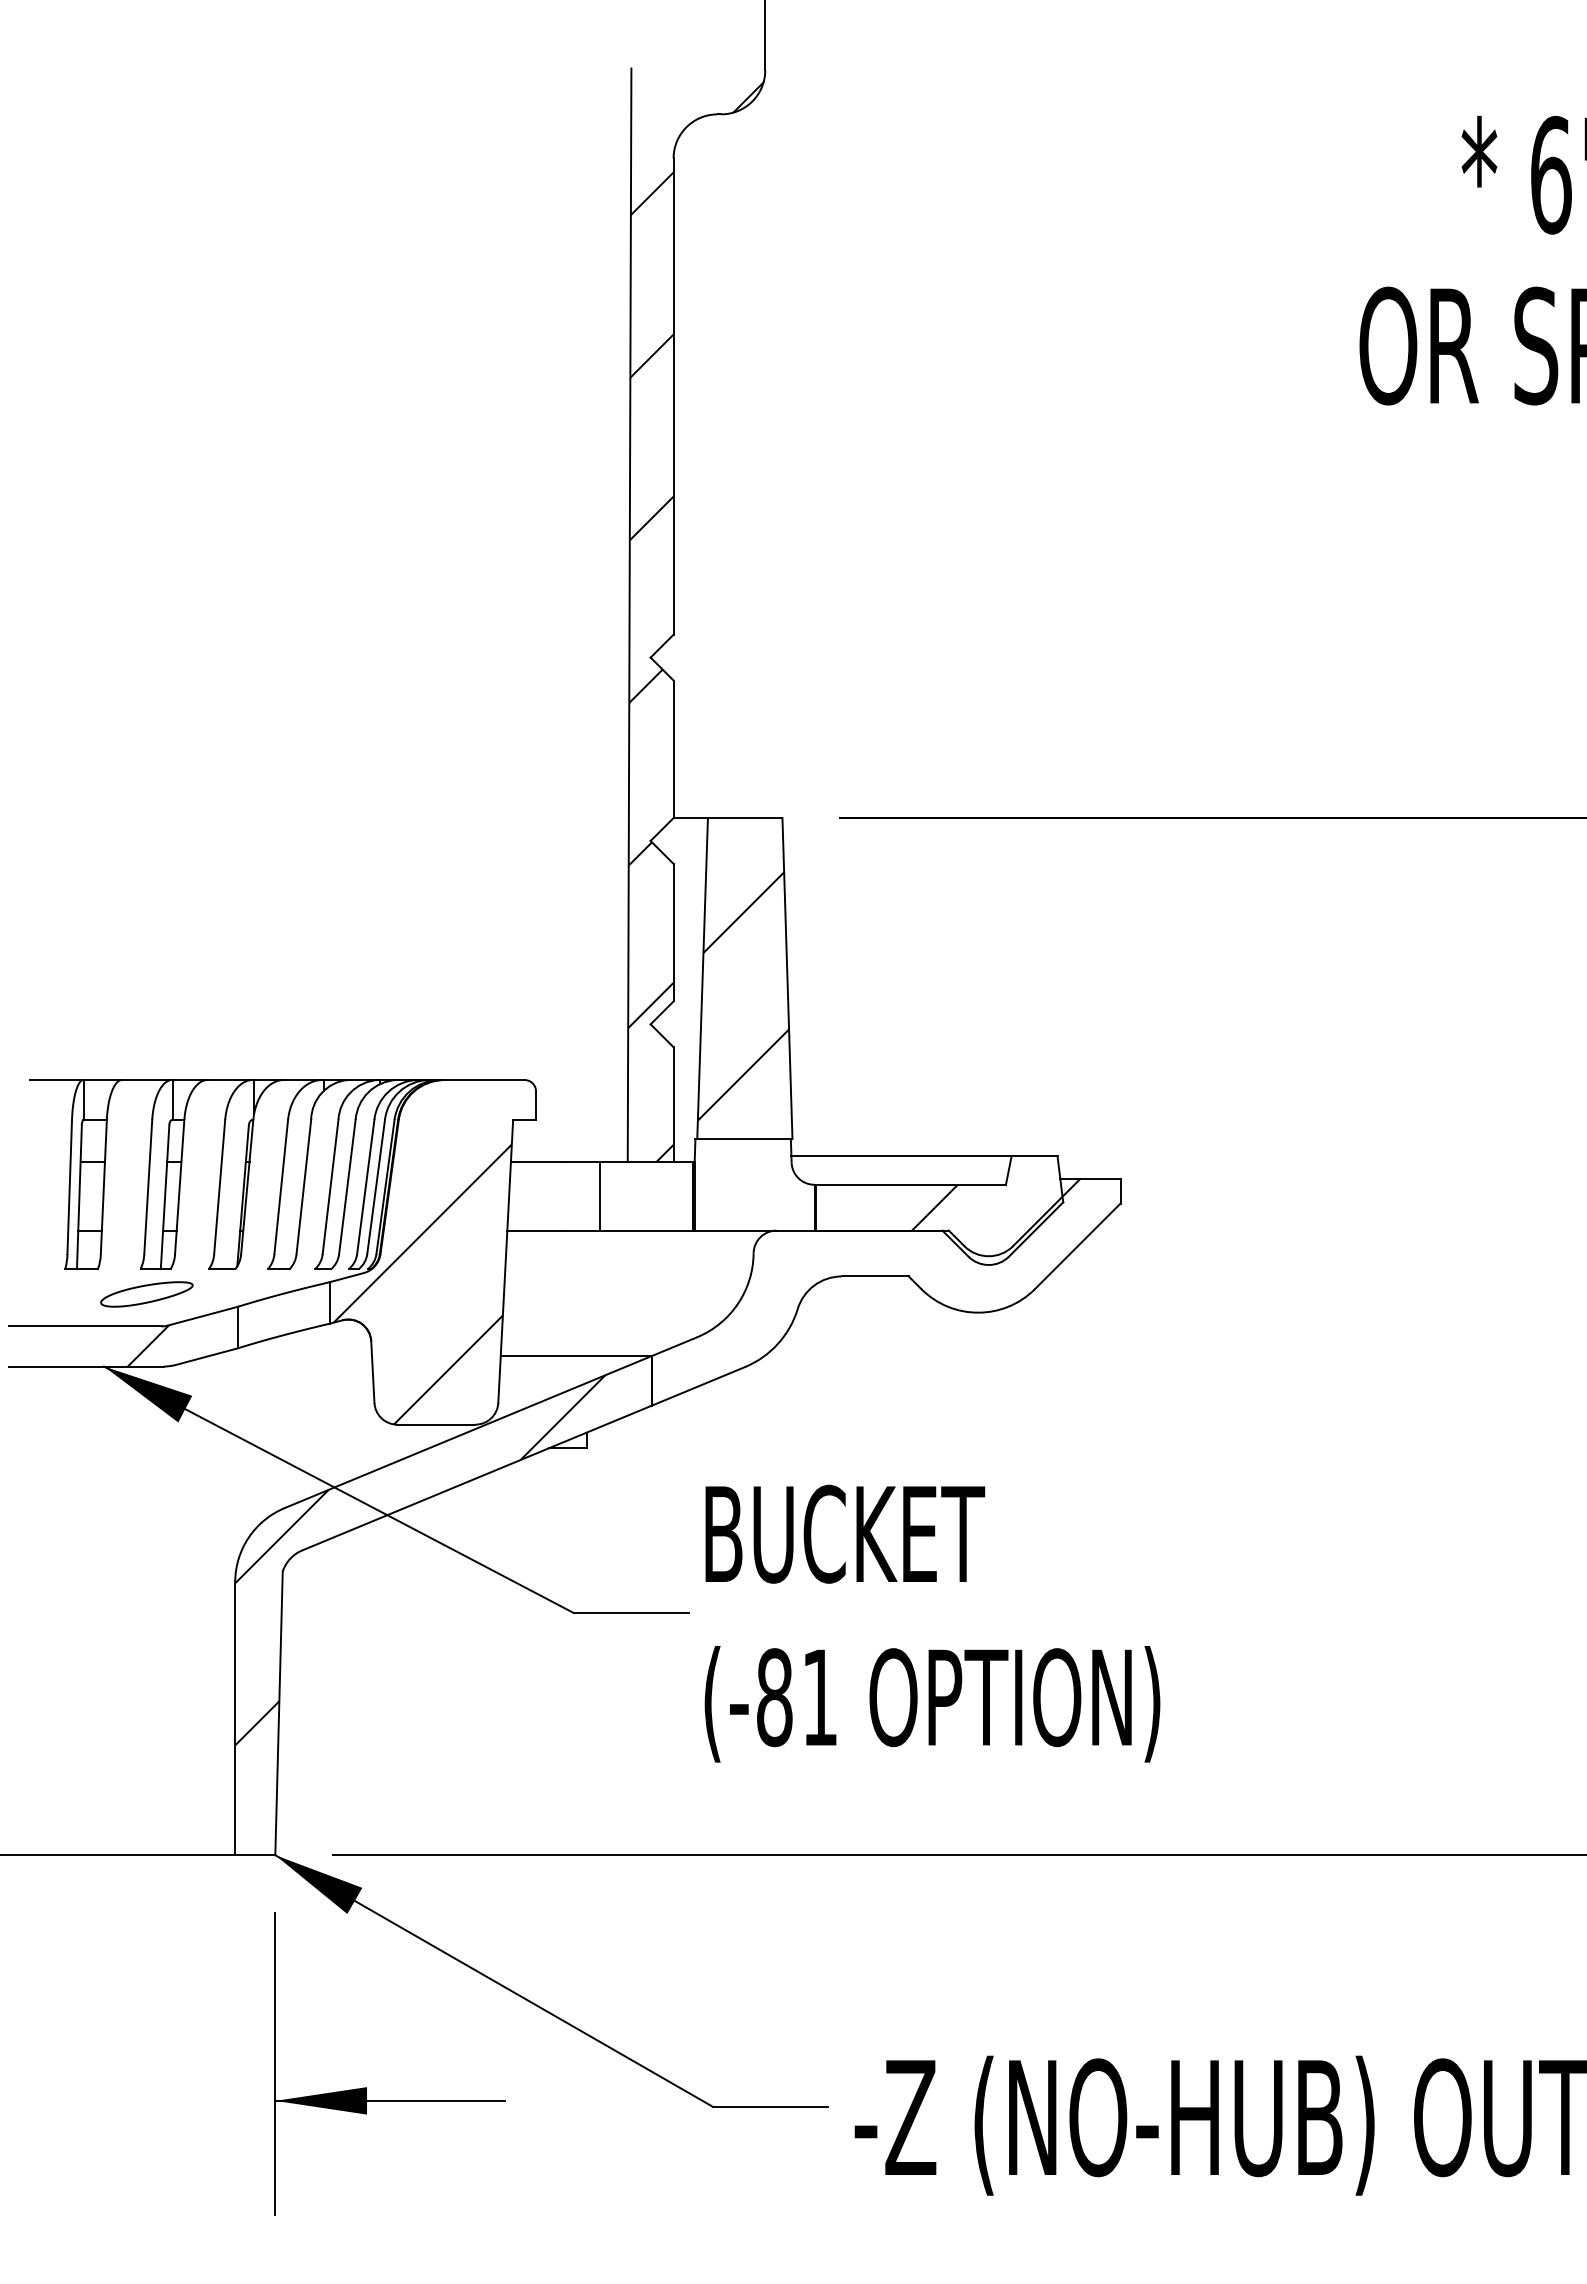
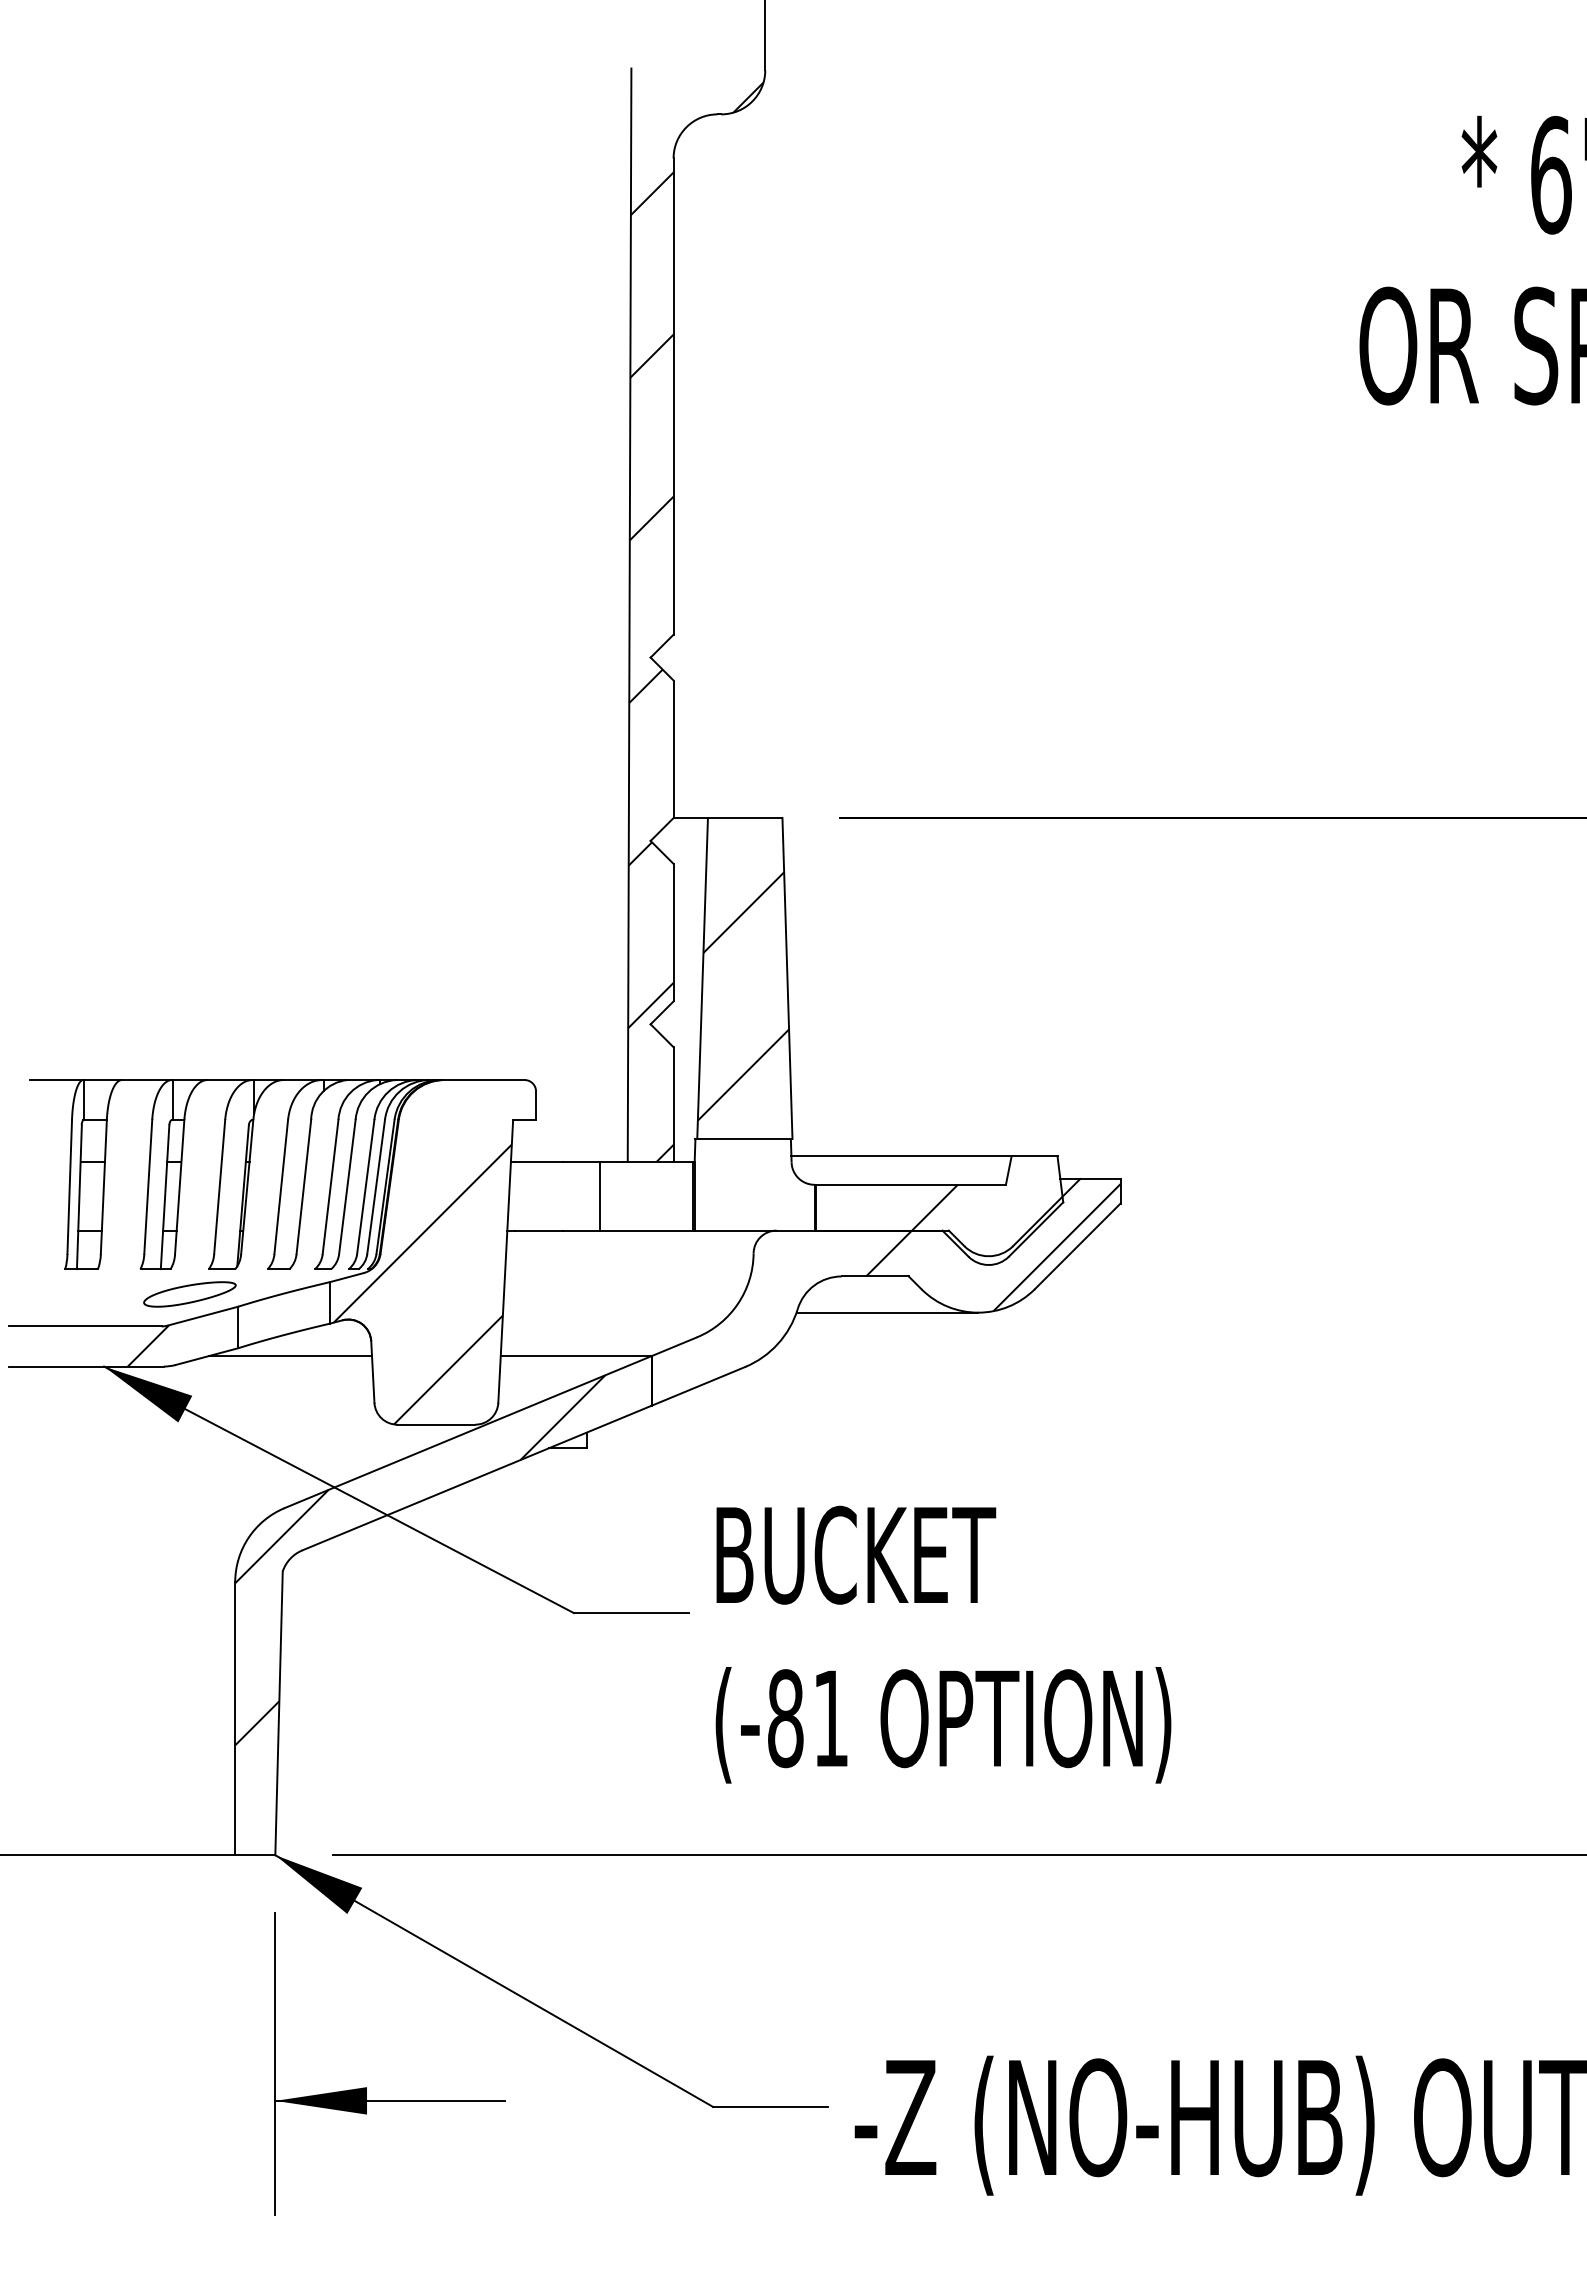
hatch at (993, 1247): none -> present
part at (146, 1294) position: (146, 1294) -> (189, 1294)
line at (887, 1312): none -> present
line at (290, 1356): none -> present
text at (932, 1623) position: (932, 1623) -> (943, 1644)
